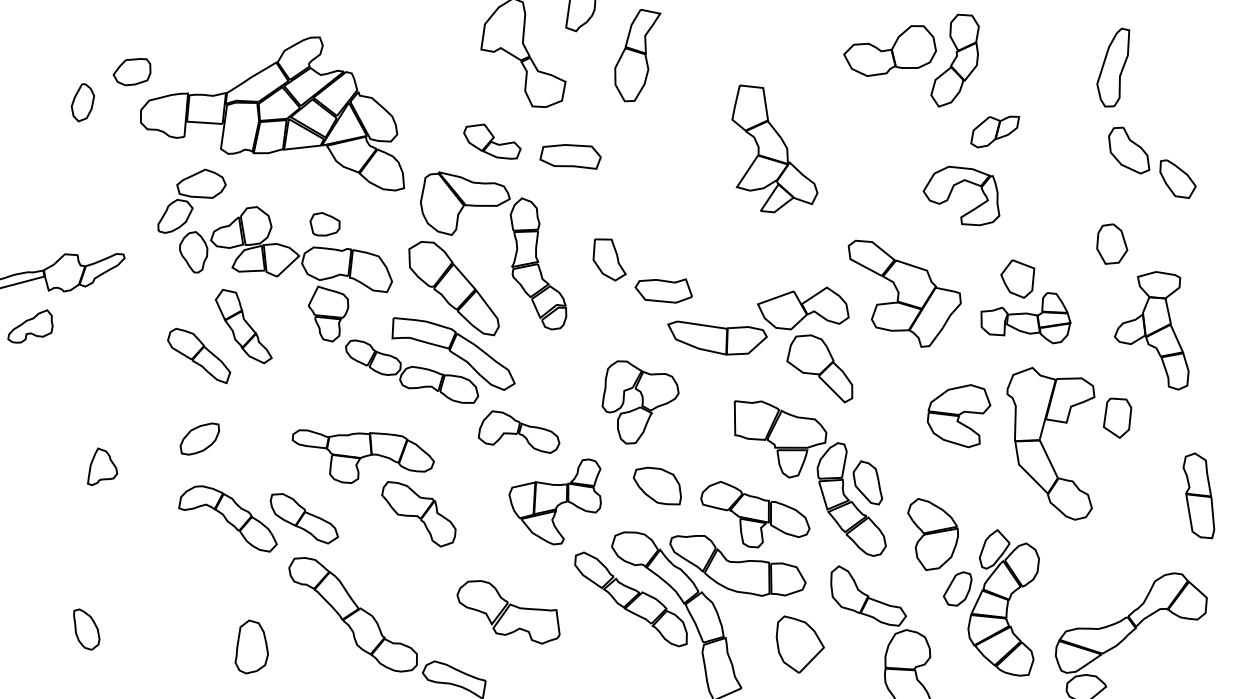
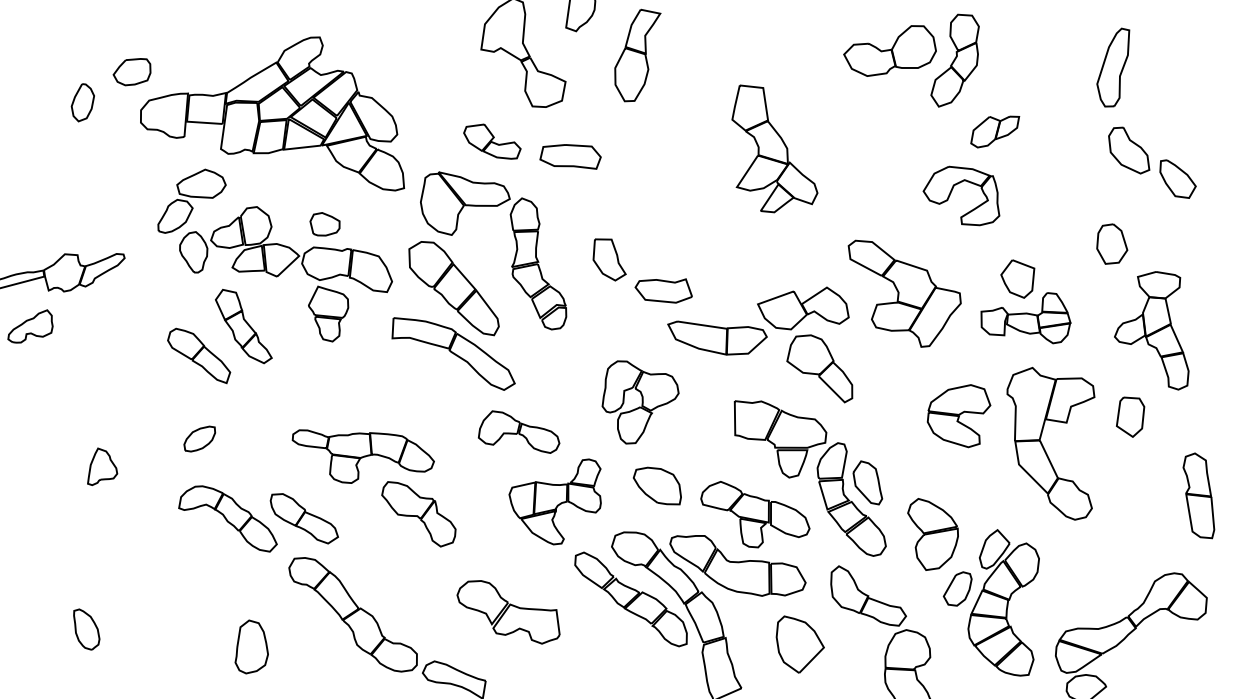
part at (412, 371): present -> none
part at (1117, 417) position: (1117, 417) -> (1130, 416)
part at (199, 438) size: 41x34 px -> 34x28 px
